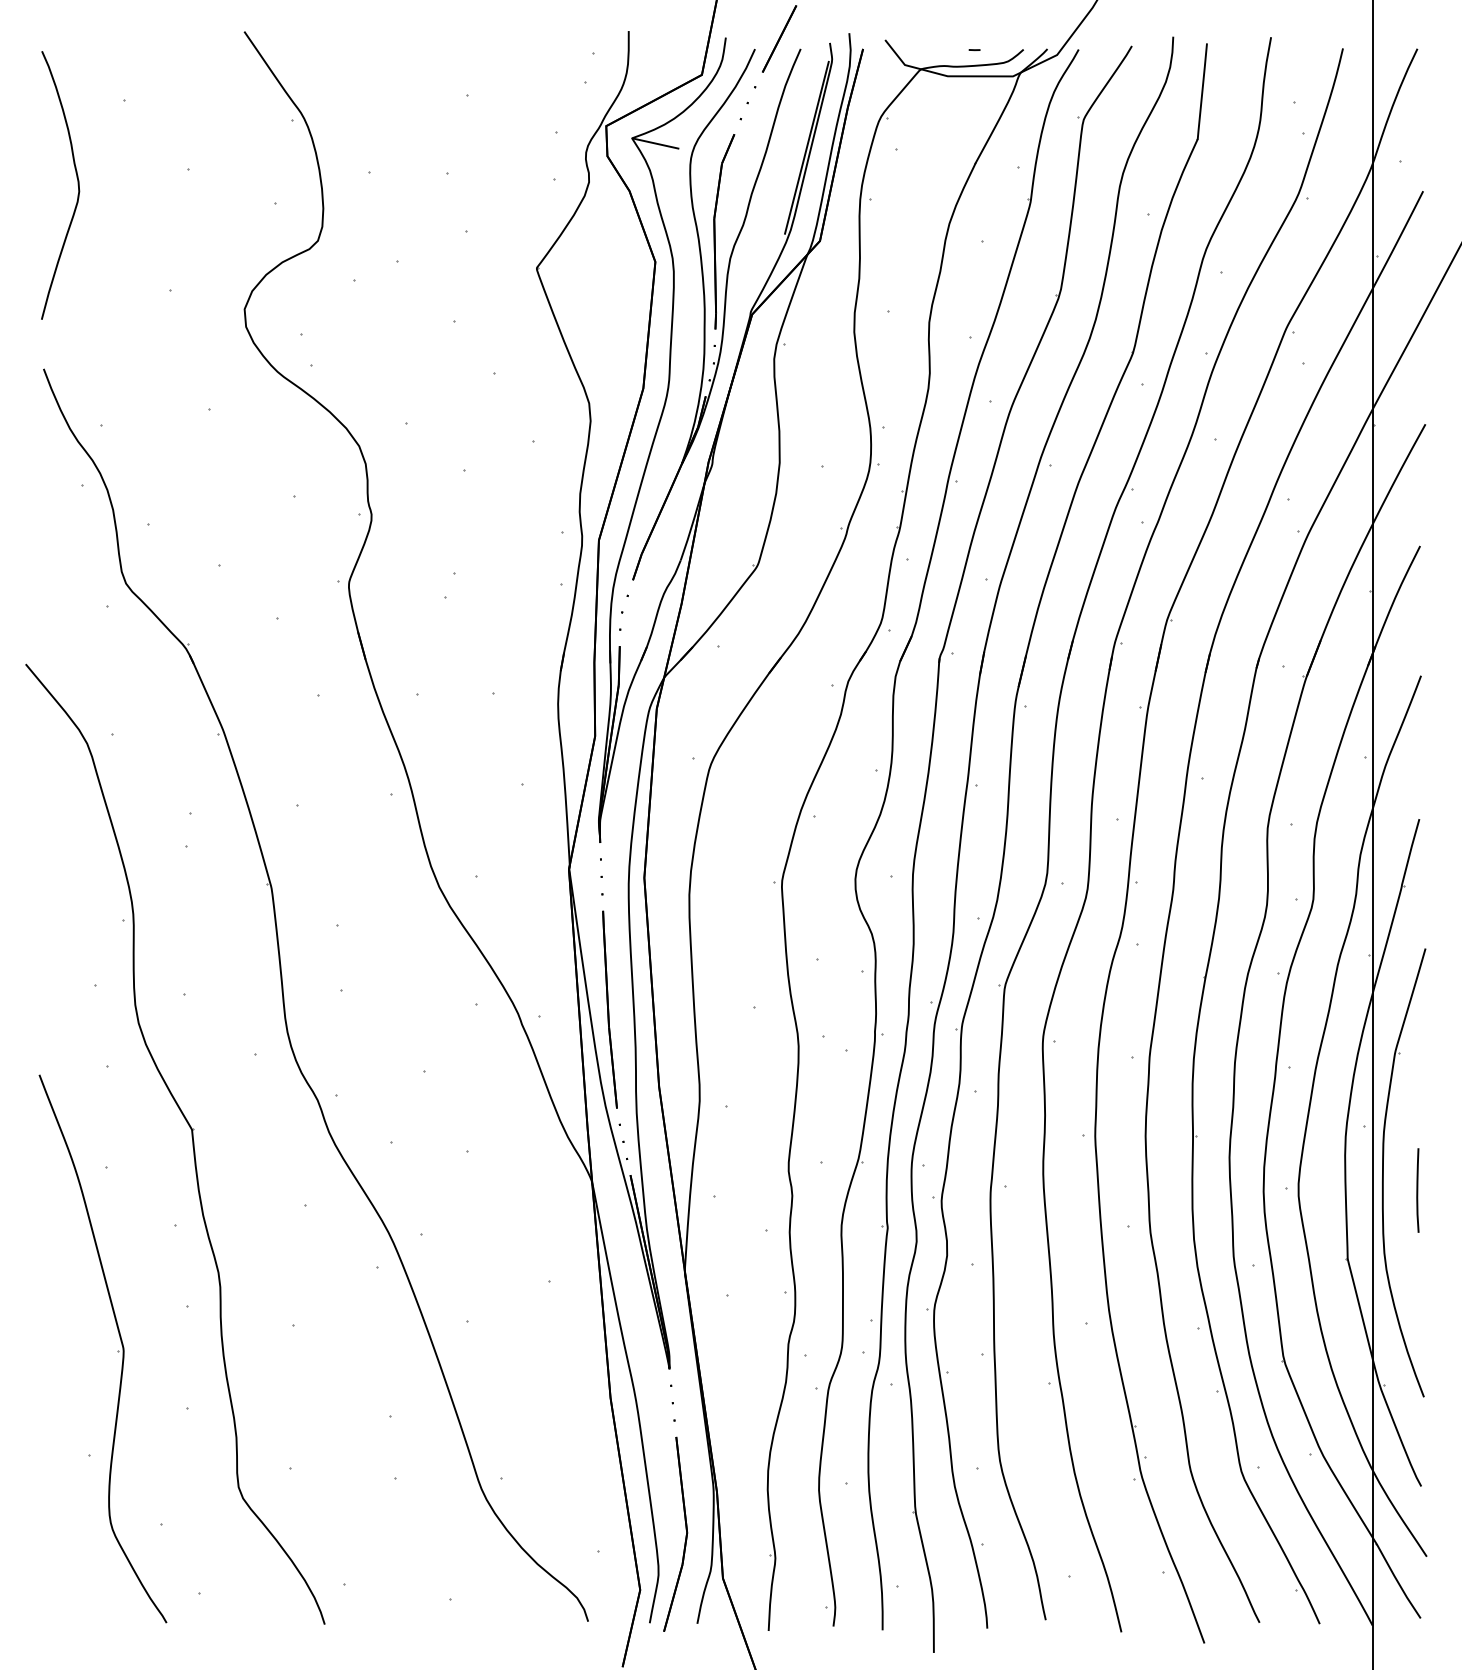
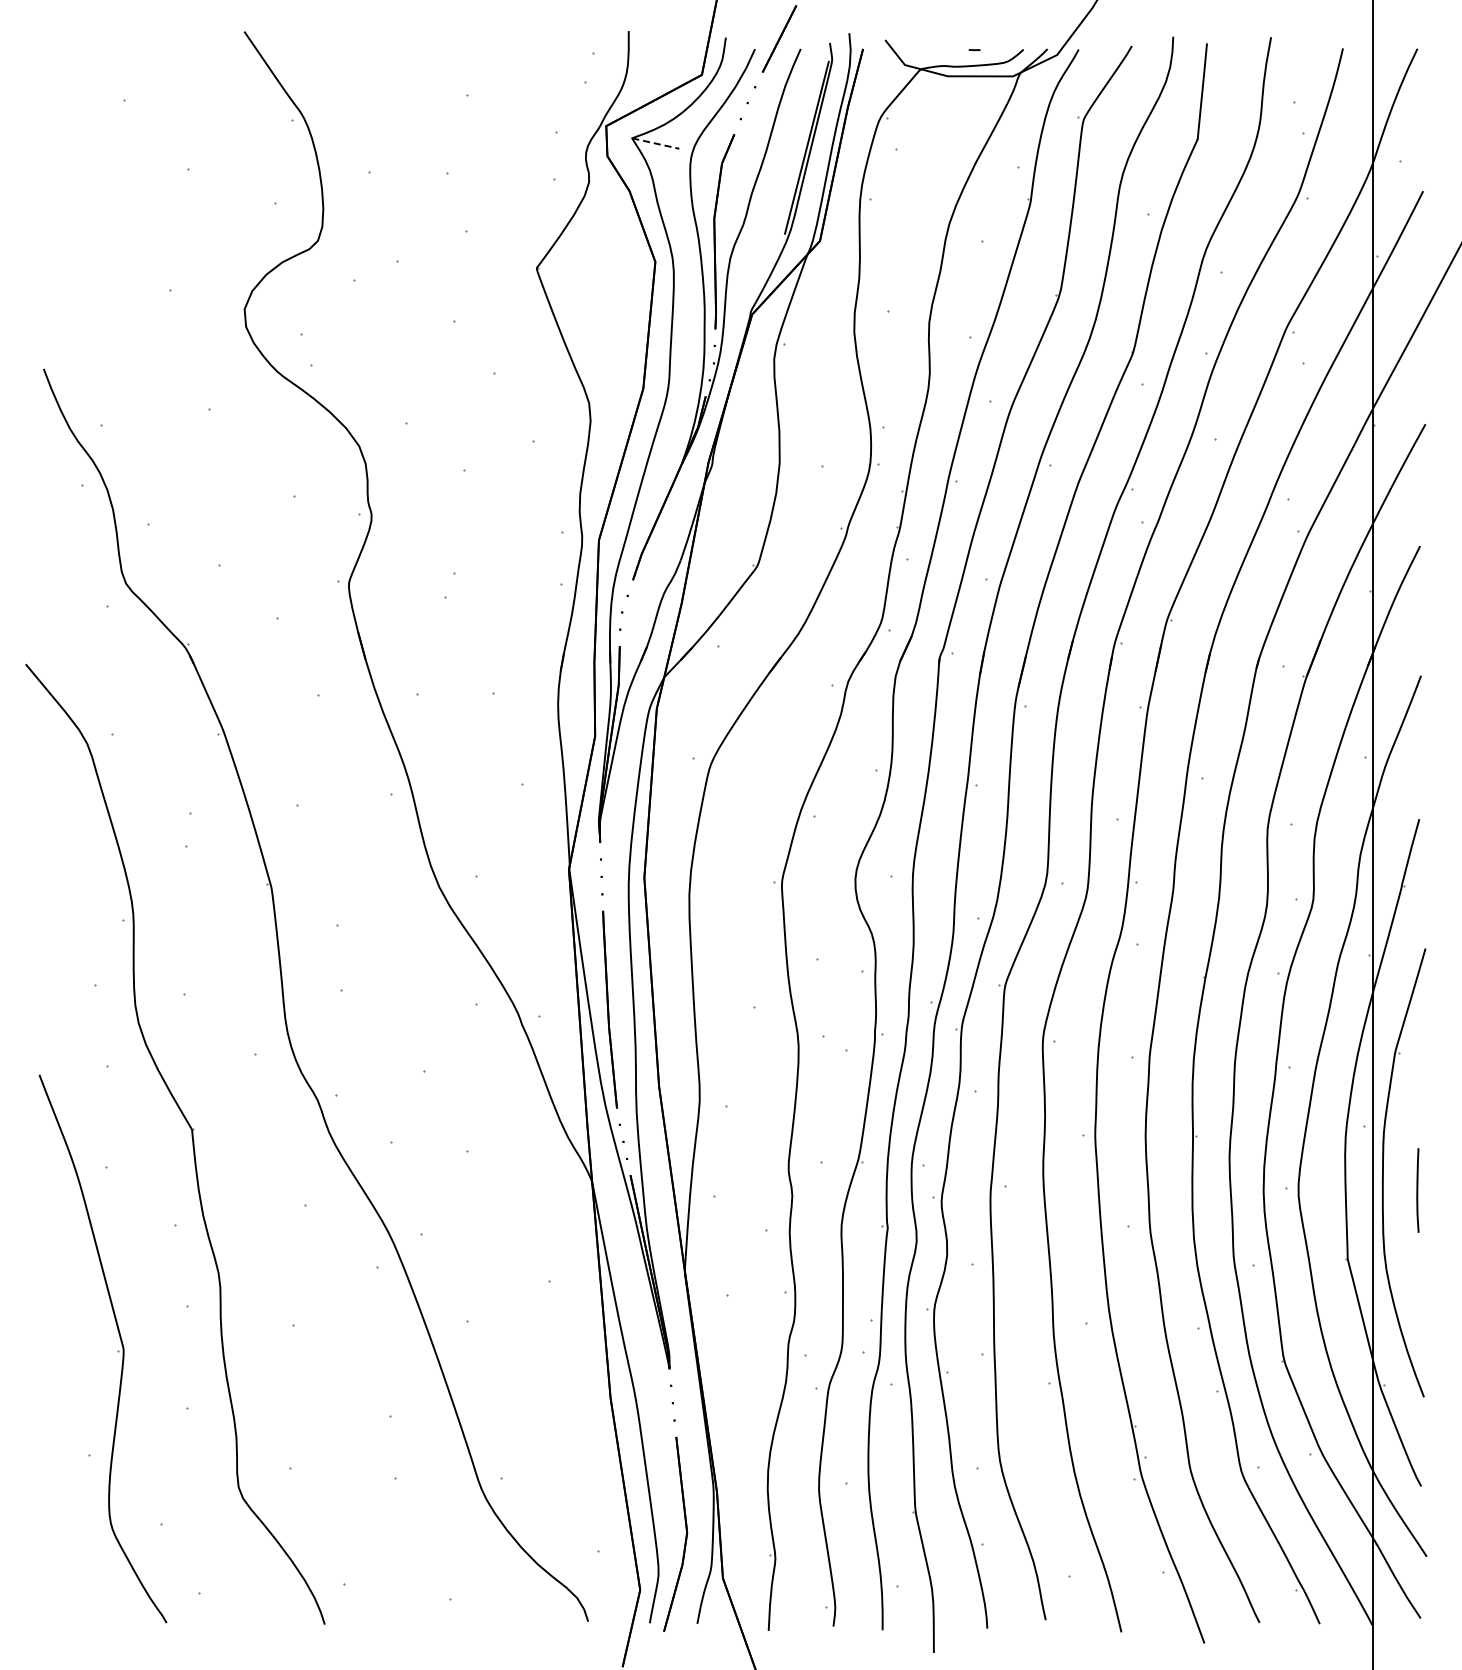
line at (656, 143): solid -> dashed
curve at (77, 185): present -> none
